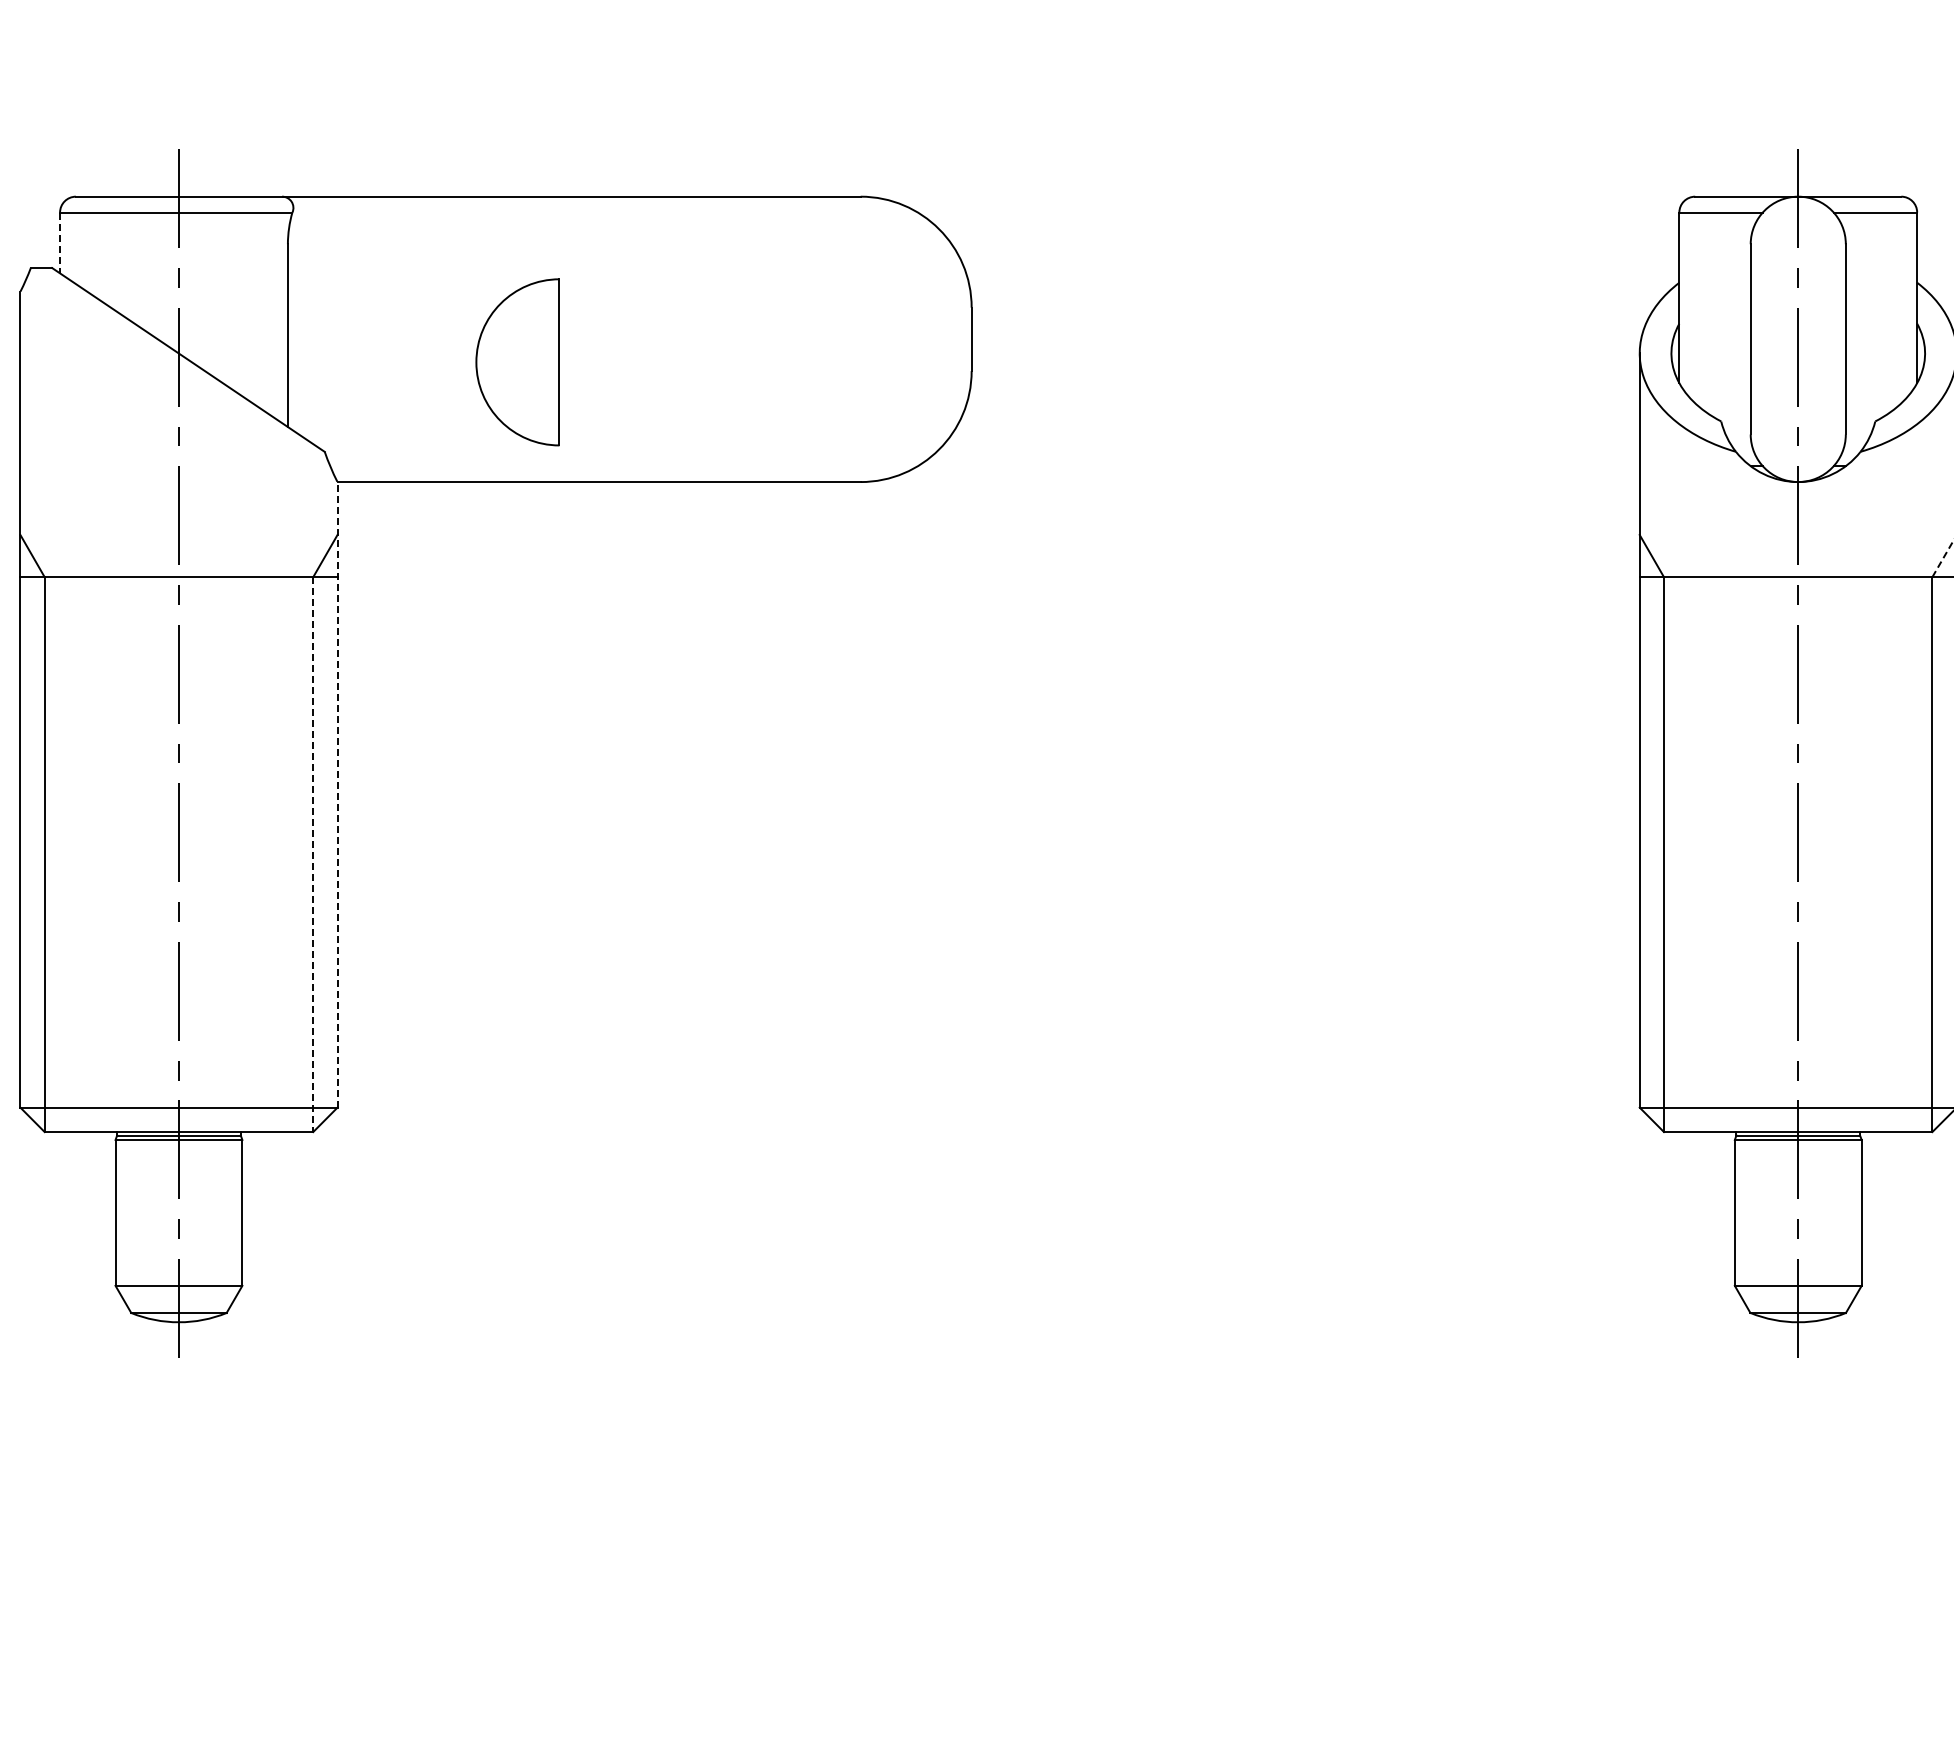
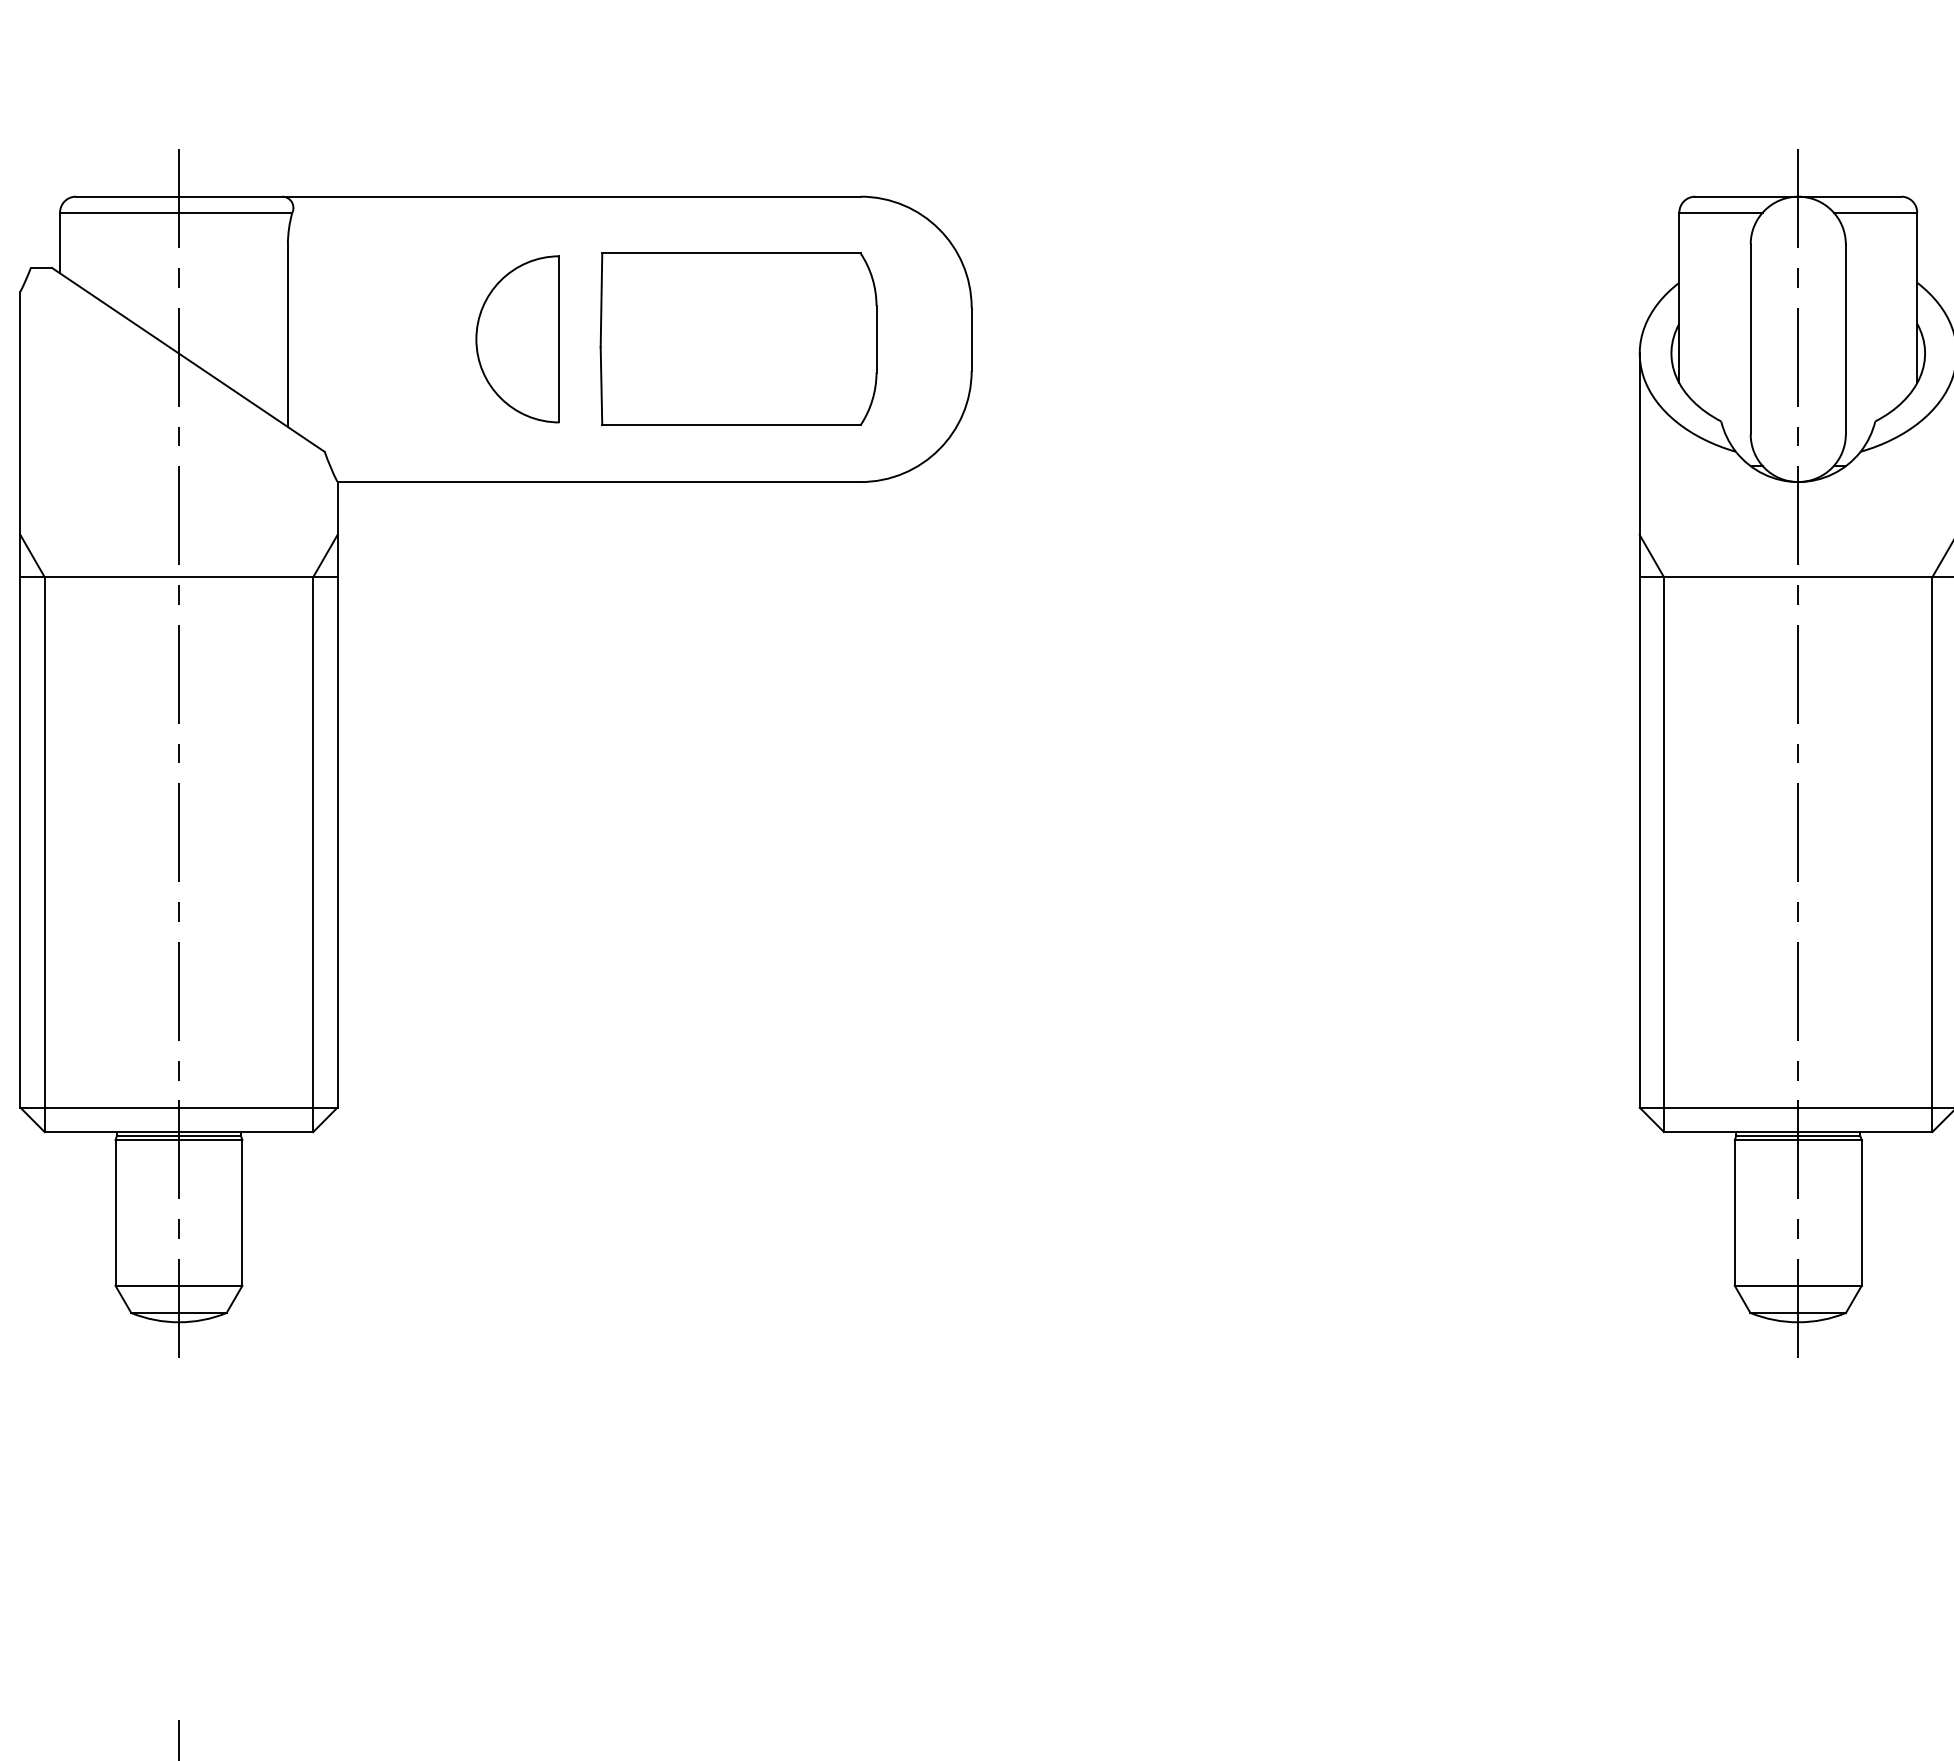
line at (60, 243): dashed -> solid
part at (738, 338): none -> present
part at (517, 362) position: (517, 362) -> (517, 339)
line at (1943, 558): dashed -> solid
line at (337, 794): dashed -> solid
line at (313, 855): dashed -> solid
line at (178, 1738): none -> present
